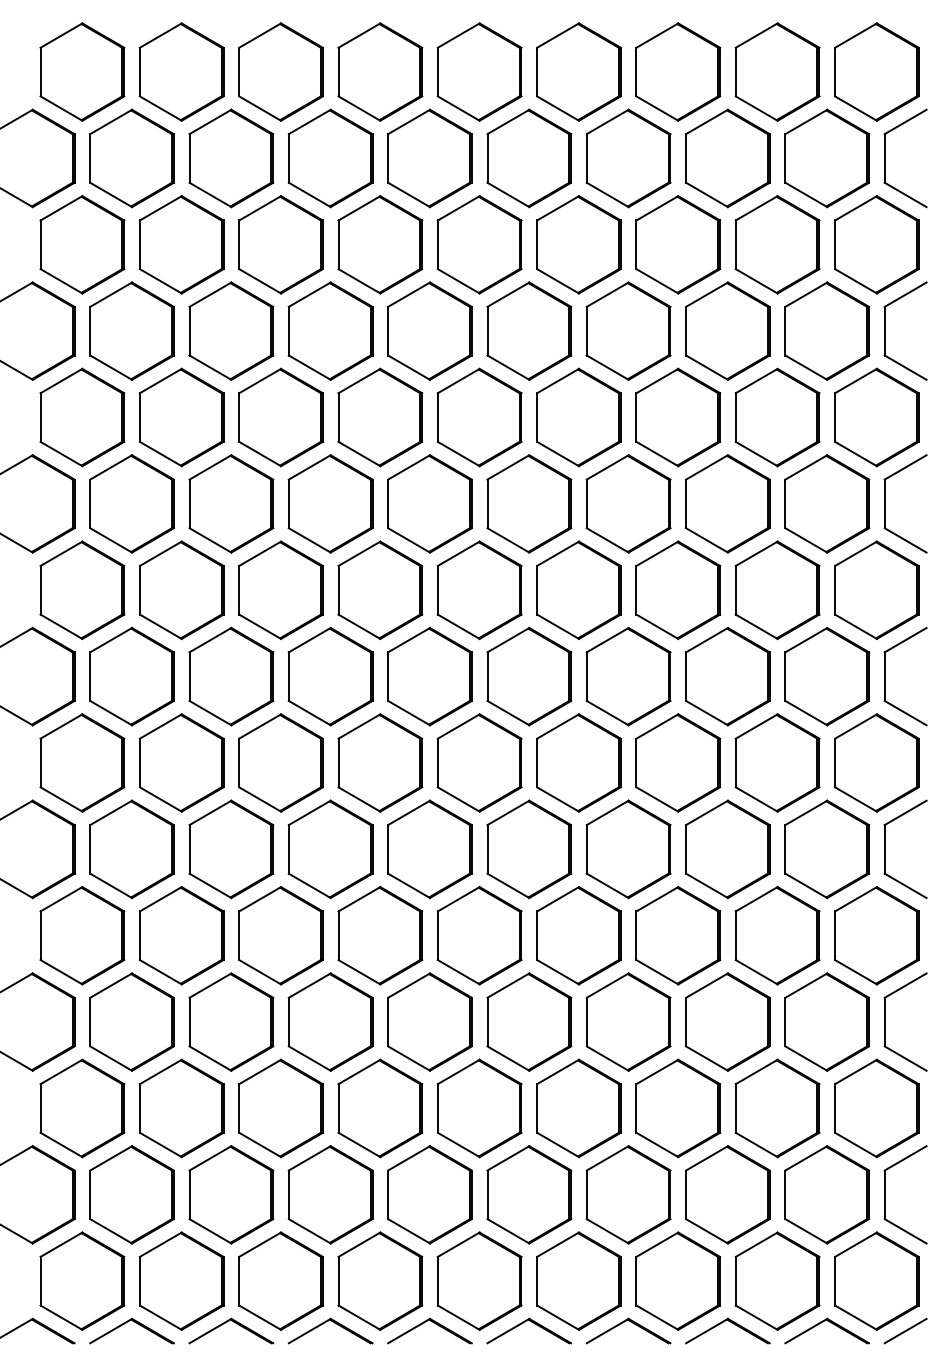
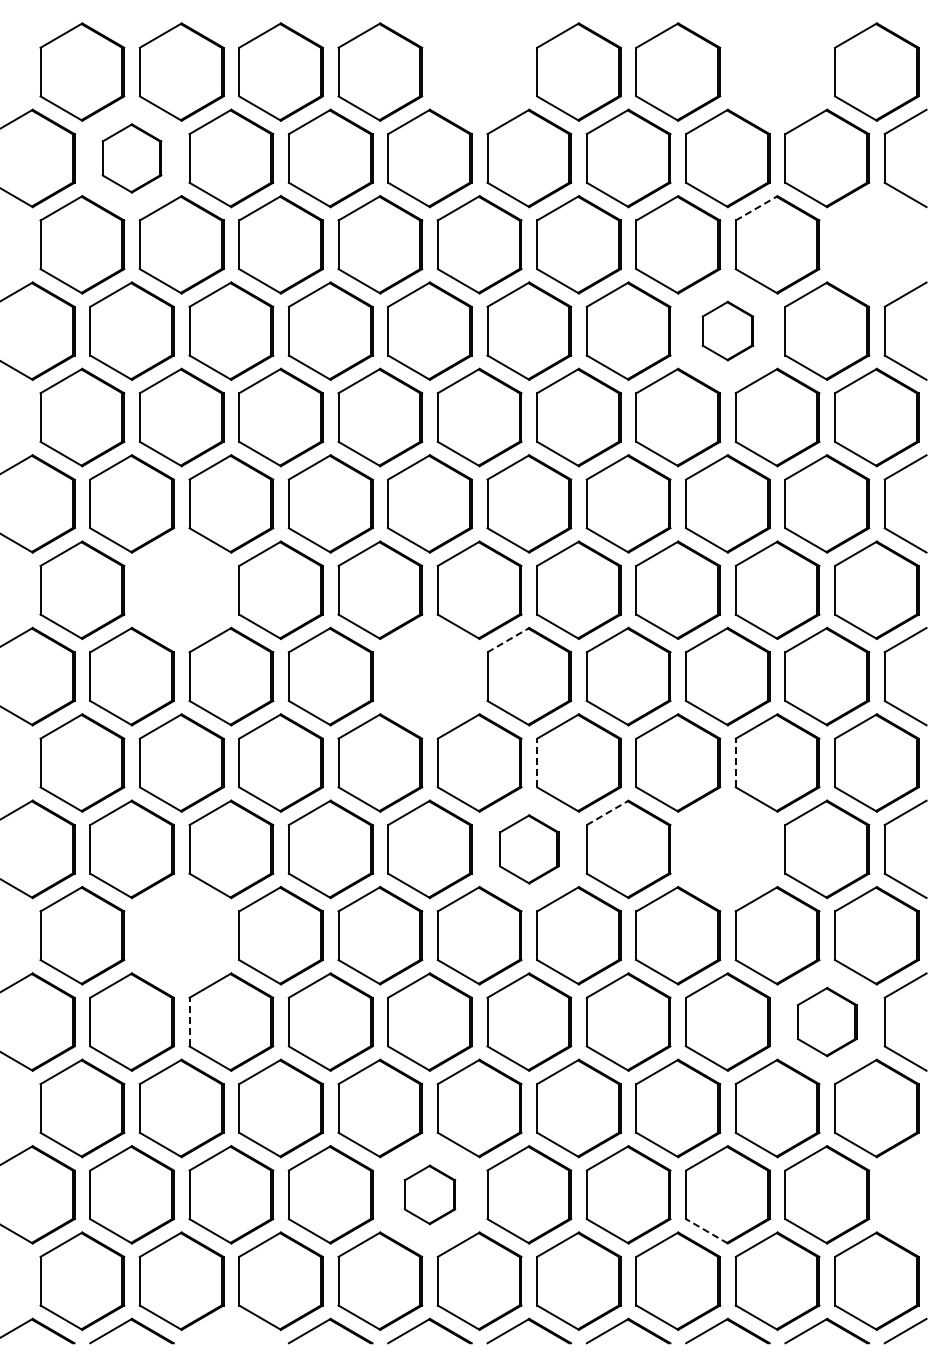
part at (479, 71): present -> none
part at (777, 71): present -> none
part at (131, 158) size: 86x101 px -> 62x71 px
line at (757, 208): solid -> dashed
part at (876, 244): present -> none
part at (727, 330) size: 86x100 px -> 54x62 px
part at (181, 589): present -> none
line at (508, 639): solid -> dashed
part at (429, 676): present -> none
line at (537, 762): solid -> dashed
line at (735, 762): solid -> dashed
line at (608, 812): solid -> dashed
part at (529, 849) size: 87x101 px -> 61x71 px
part at (727, 849): present -> none
part at (181, 935): present -> none
line at (189, 1021): solid -> dashed
part at (827, 1021) size: 87x100 px -> 61x72 px
part at (429, 1194) size: 86x100 px -> 54x62 px
part at (885, 1194): present -> none
line at (706, 1231): solid -> dashed
part at (236, 1324): present -> none
